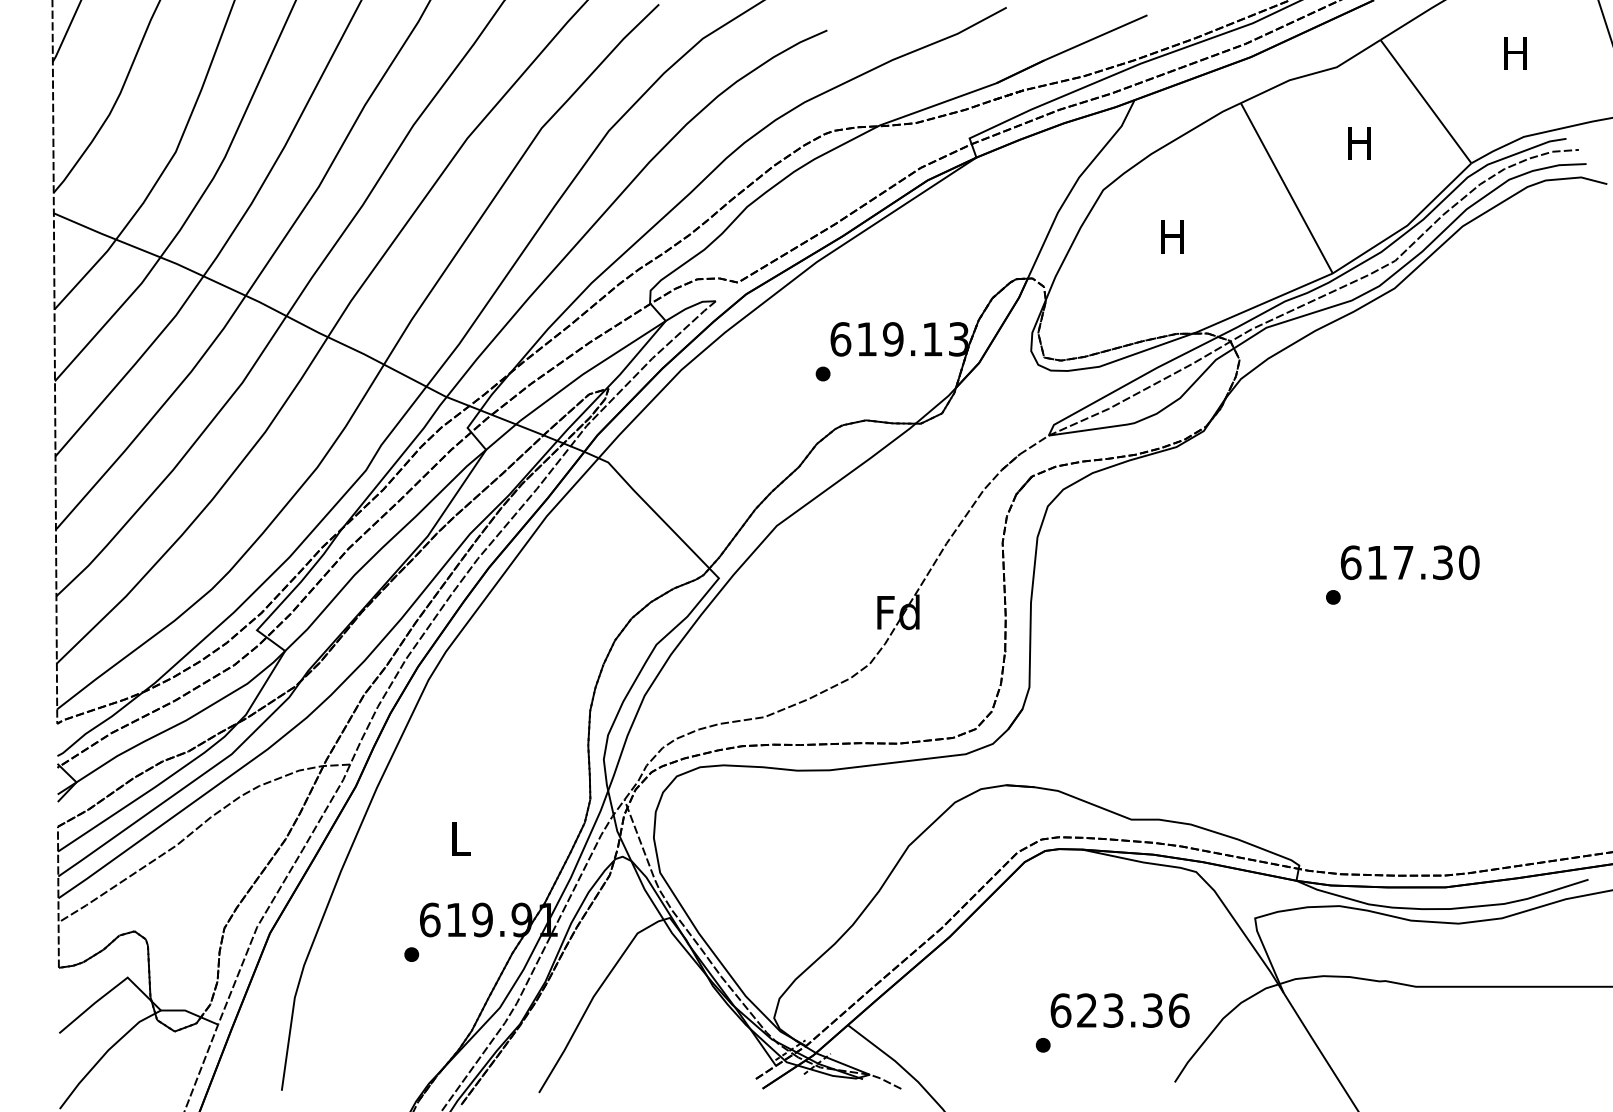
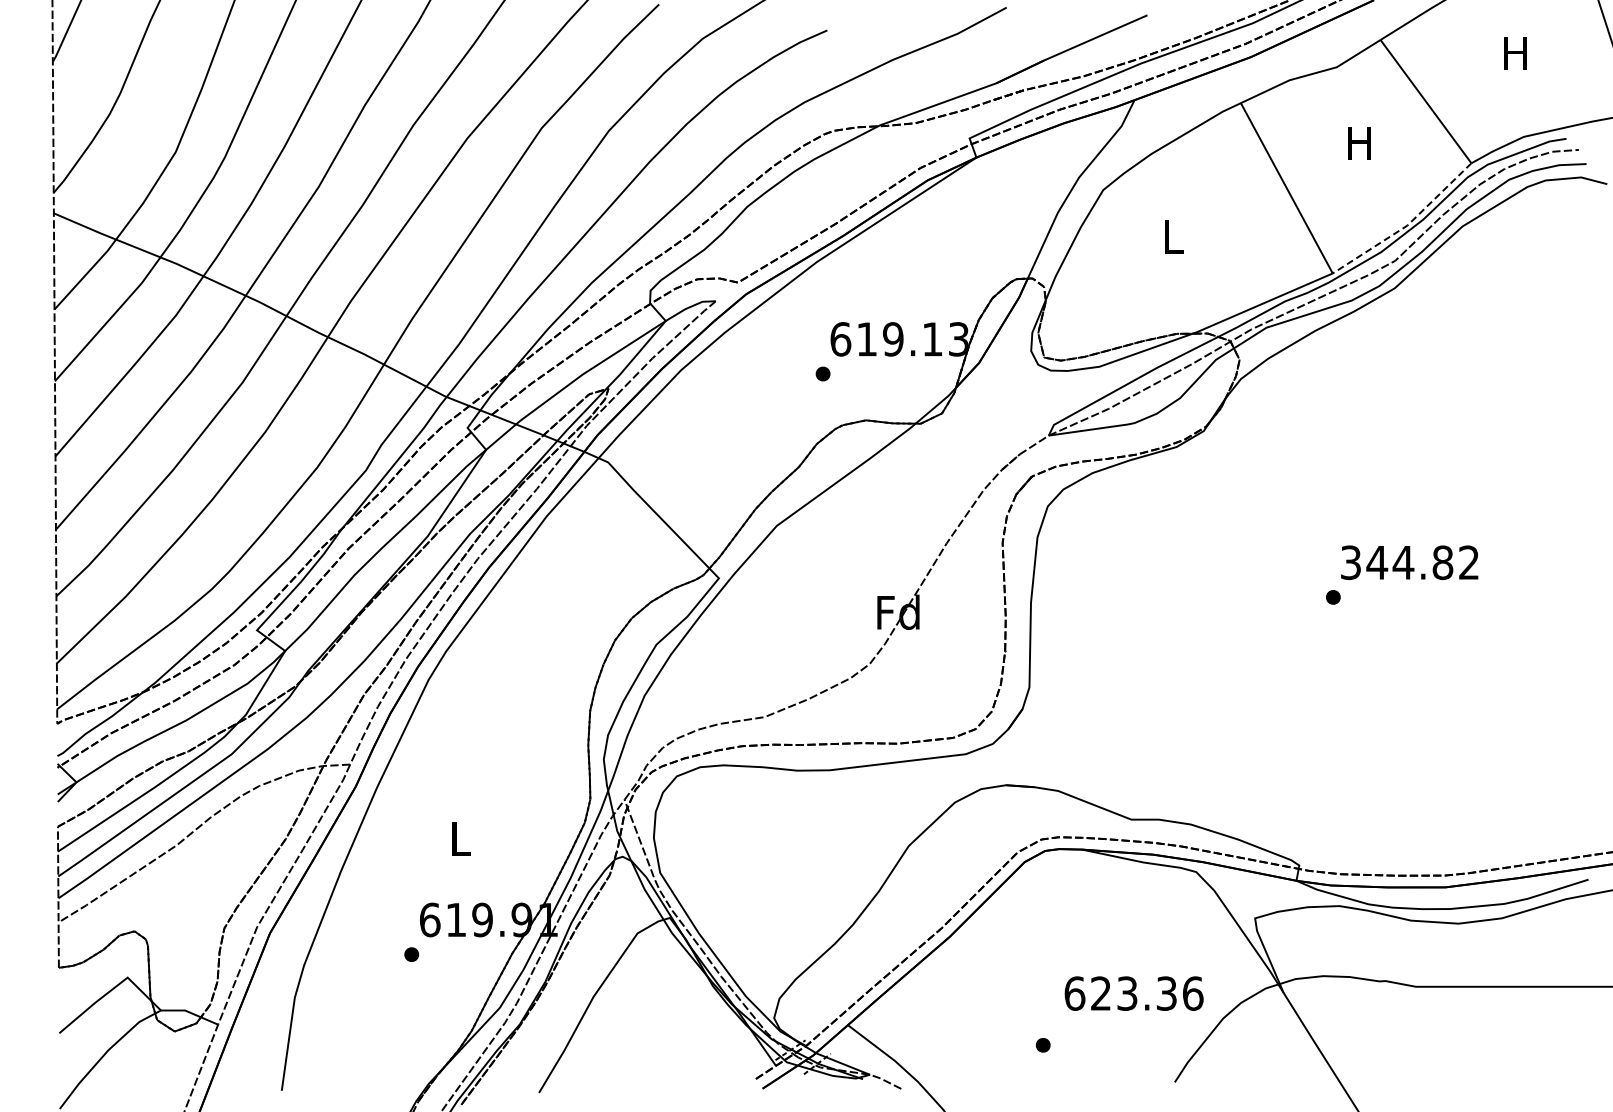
line at (1407, 225): solid -> dashed
text at (1172, 236): H -> L
text at (1409, 562): 617.30 -> 344.82
text at (1119, 1010) position: (1119, 1010) -> (1133, 993)
